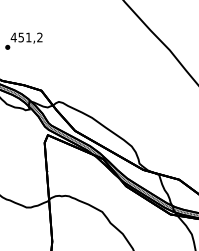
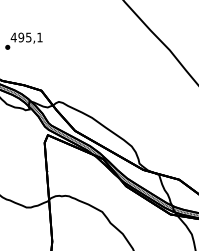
text at (30, 37): 451,2 -> 495,1
